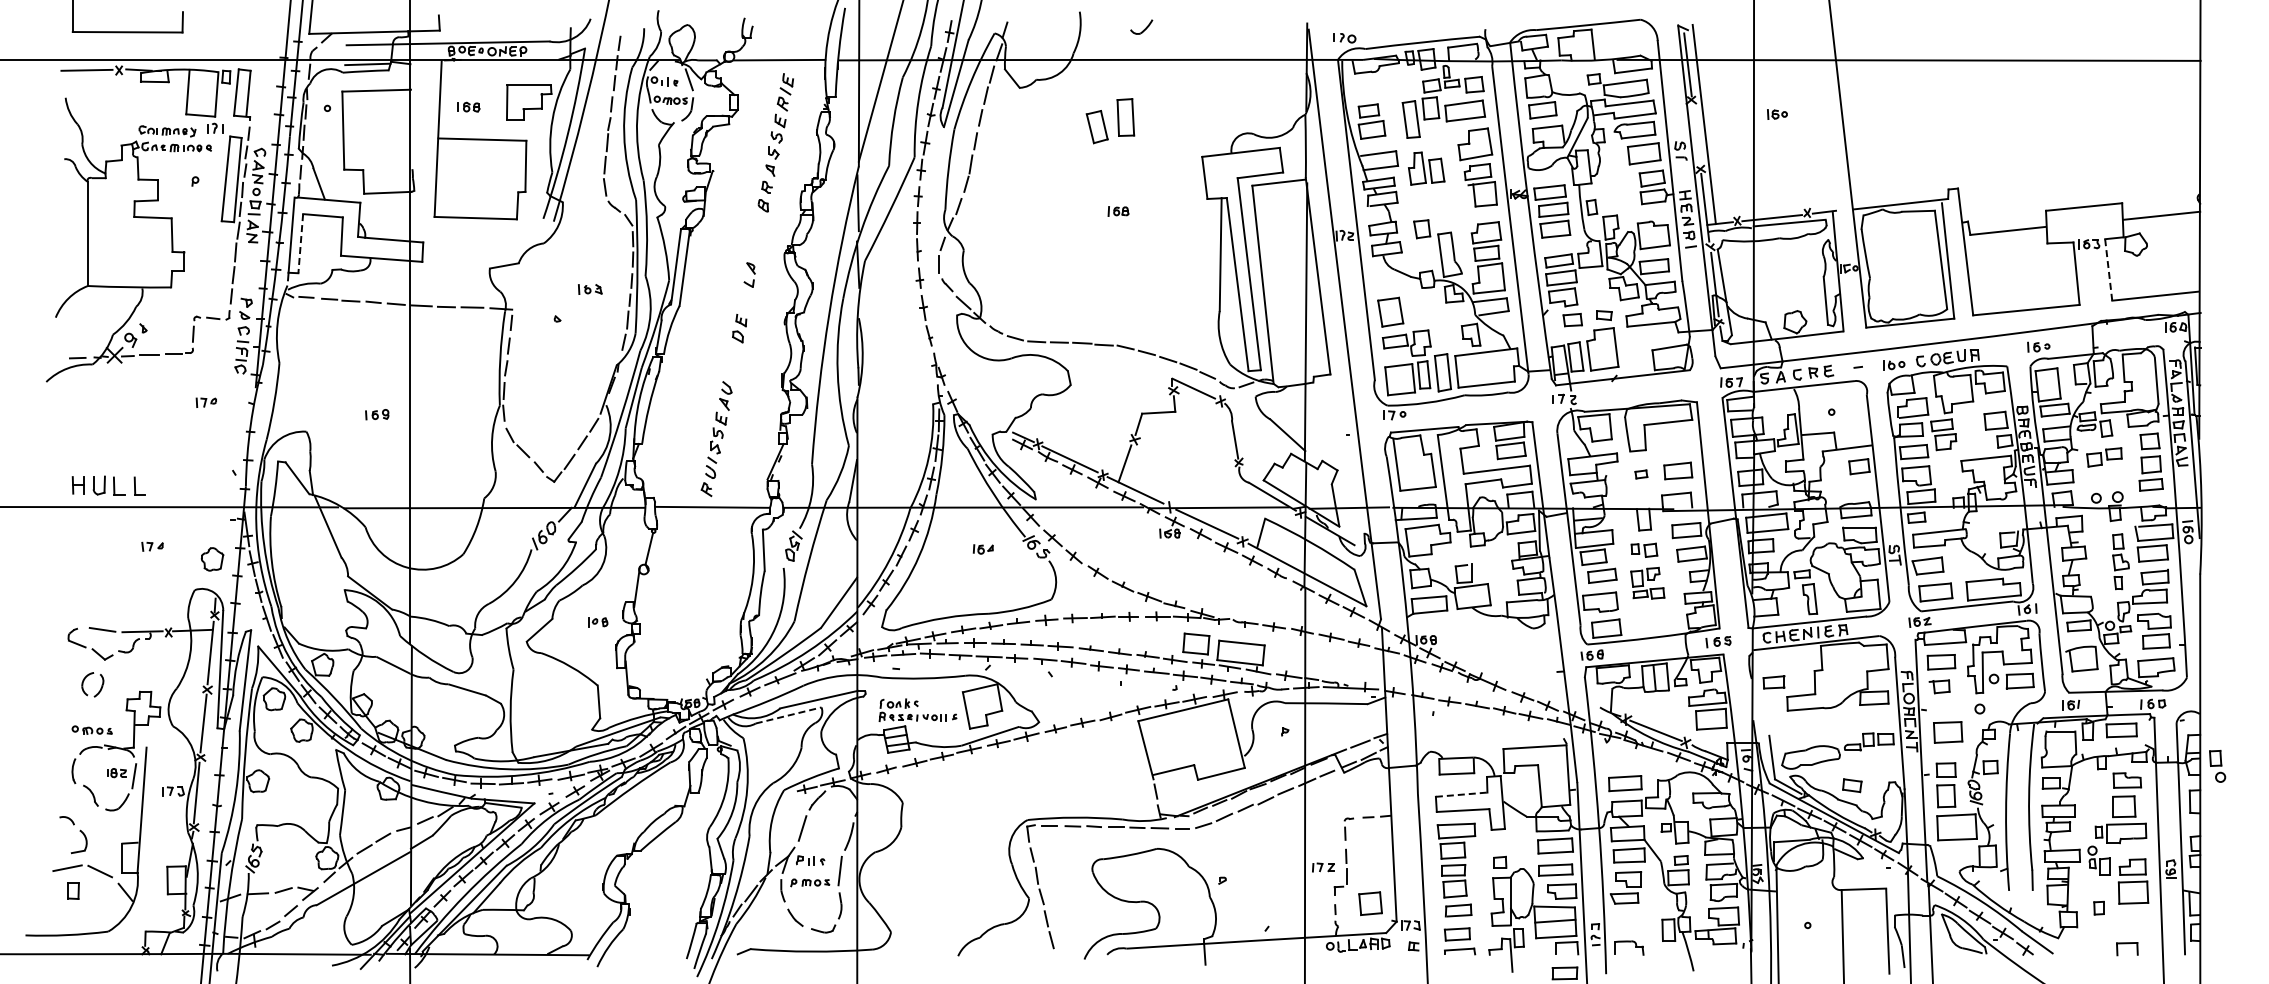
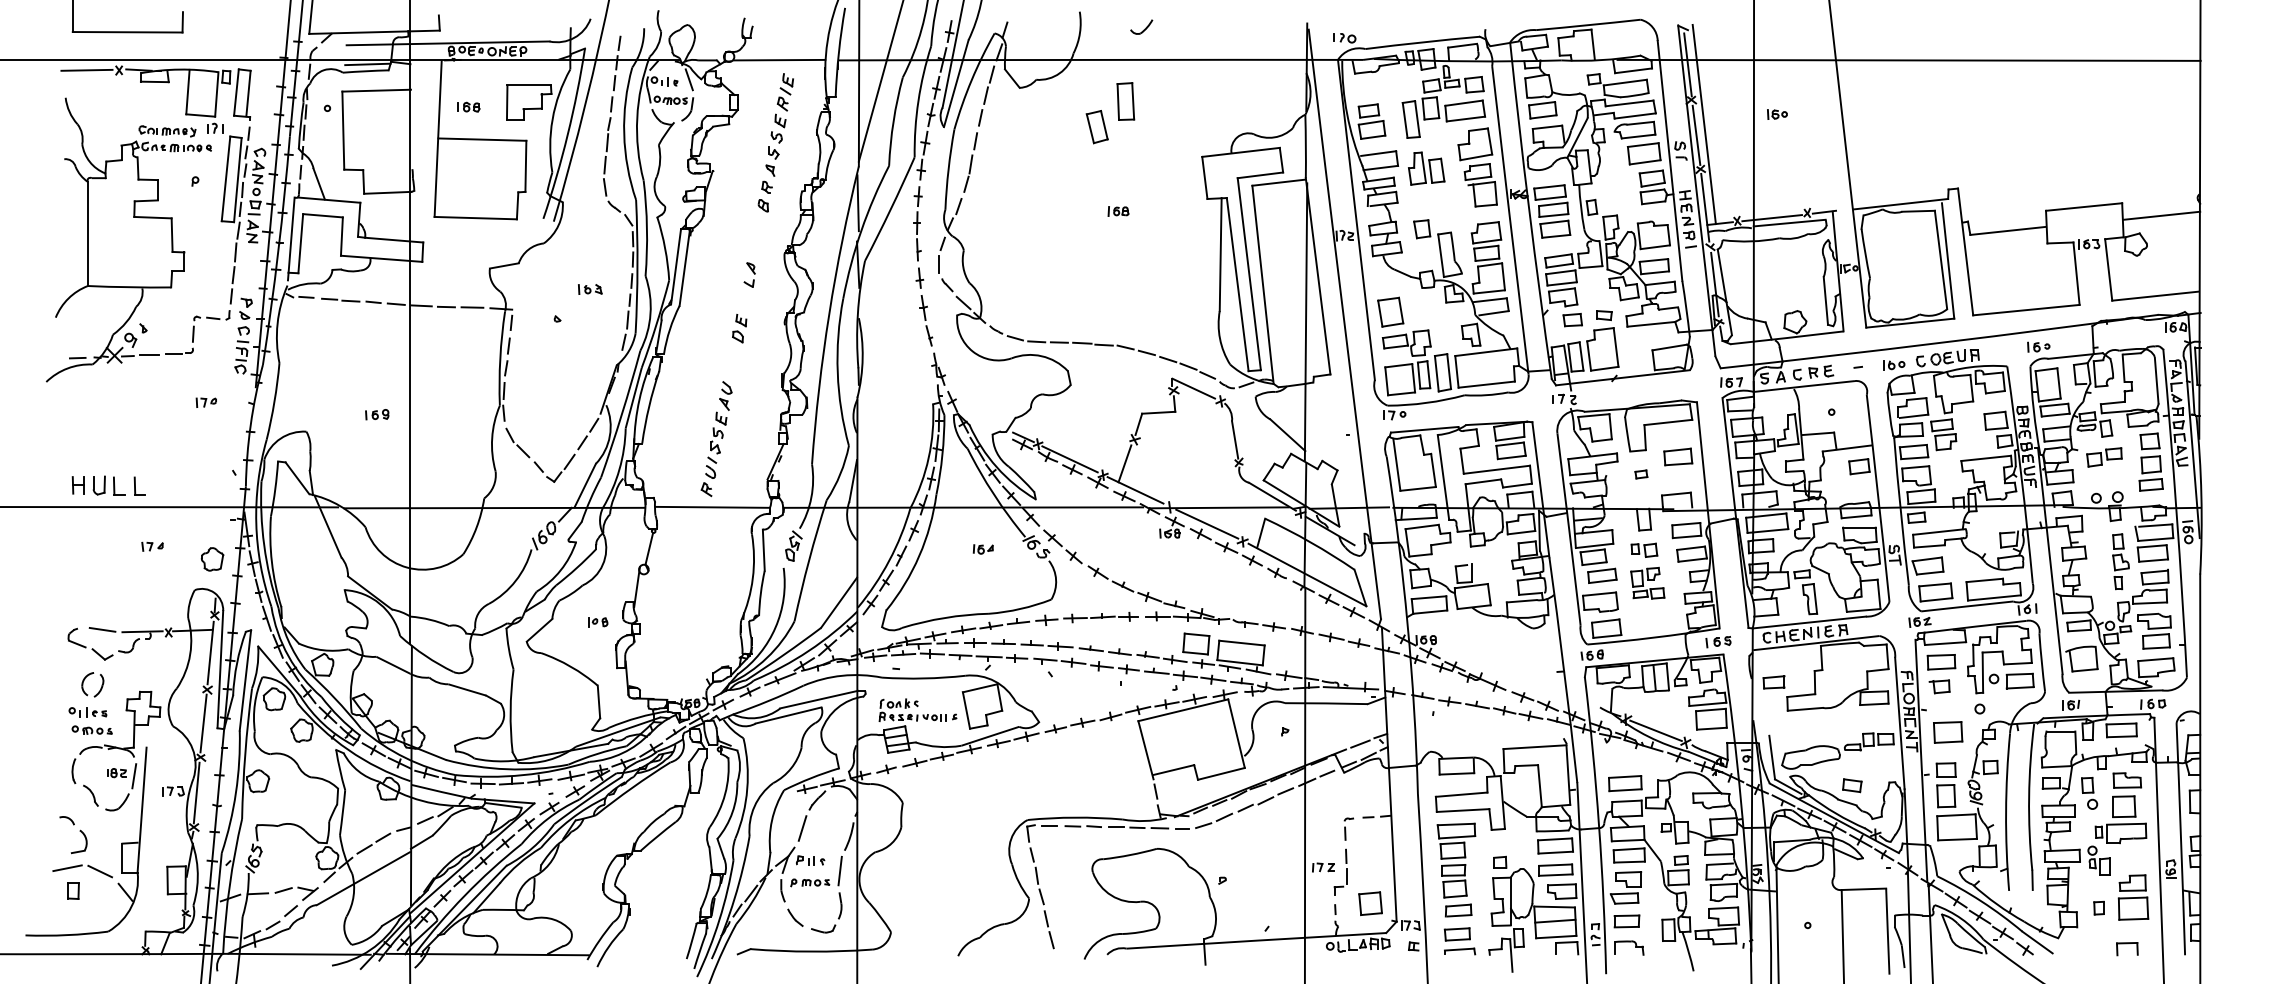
part at (1125, 117) position: (1125, 117) -> (1125, 101)
line at (1696, 134): none -> present
line at (300, 243): dashed -> solid
line at (2108, 269): dashed -> solid
part at (1678, 470) position: (1678, 470) -> (1678, 456)
part at (87, 712): none -> present
line at (788, 715): dashed -> solid
part at (2217, 765) position: (2217, 765) -> (2089, 792)
line at (1461, 794): dashed -> solid
part at (2133, 881) position: (2133, 881) -> (2133, 897)
part at (1564, 973) position: (1564, 973) -> (1626, 921)
